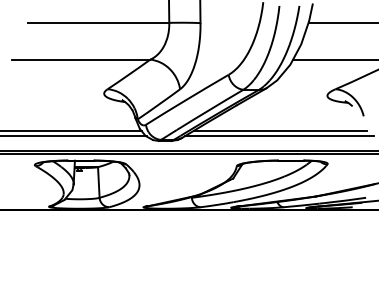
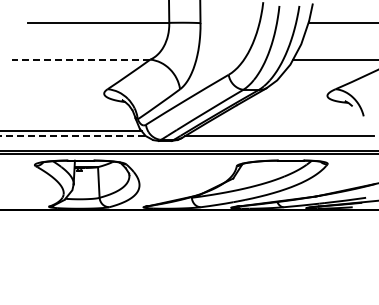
line at (81, 59): solid -> dashed
line at (279, 130): present -> none
line at (73, 136): solid -> dashed
